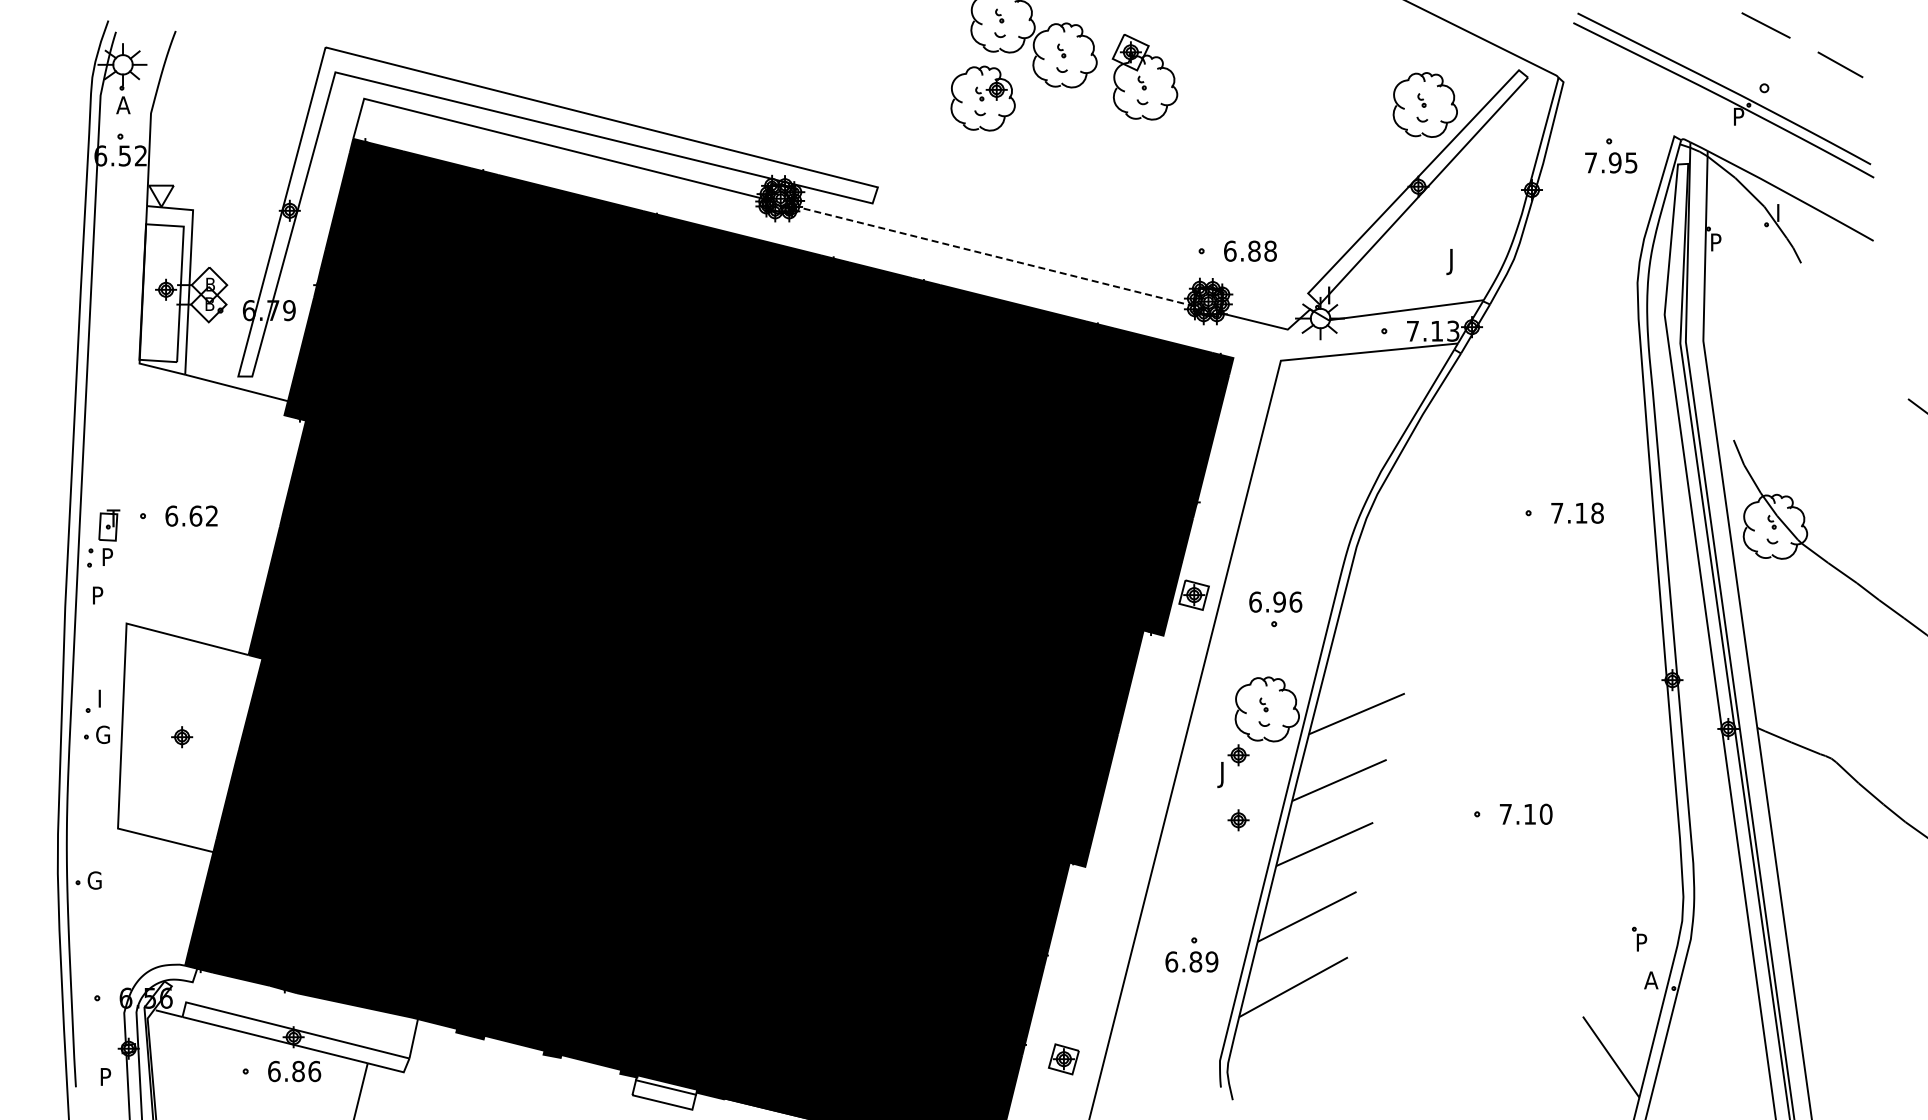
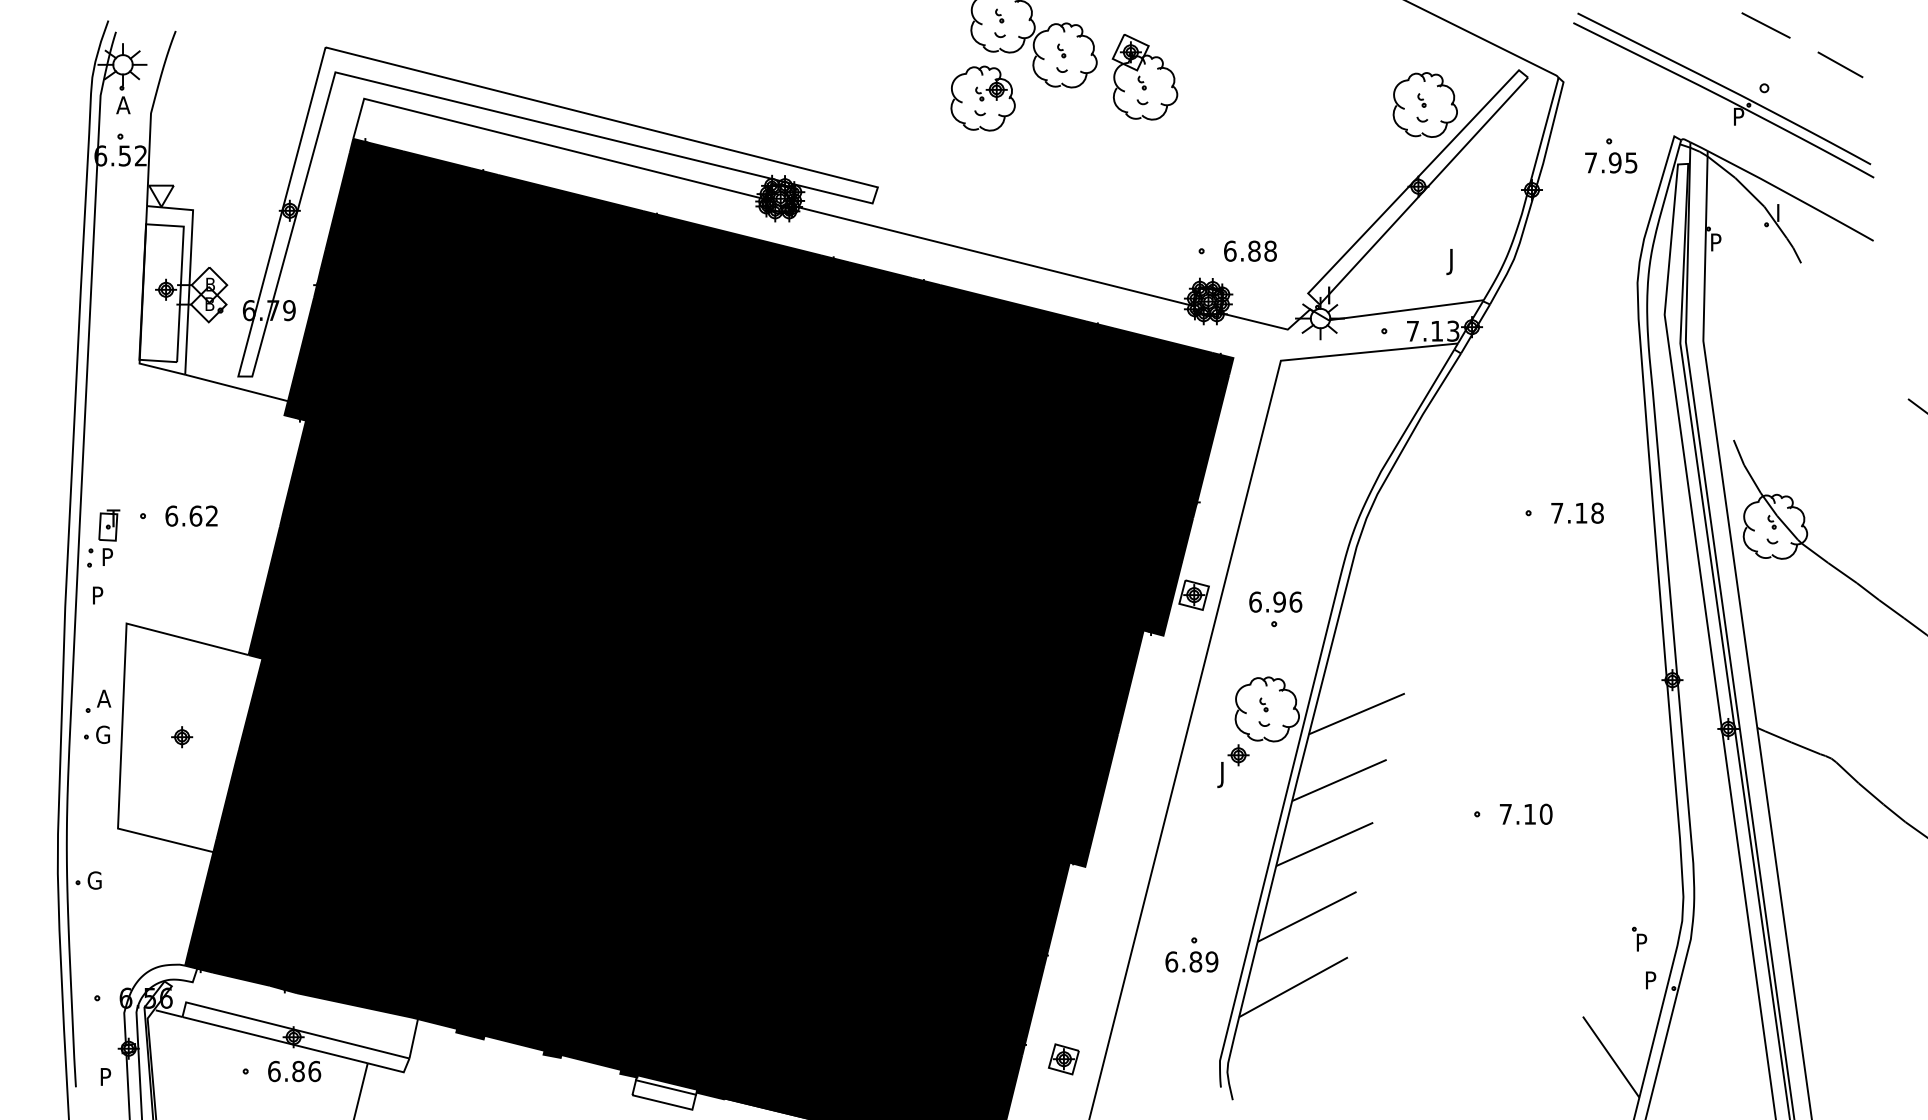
line at (993, 256): dashed -> solid
text at (104, 698): I -> A
part at (1238, 820): present -> none
text at (1651, 980): A -> P
